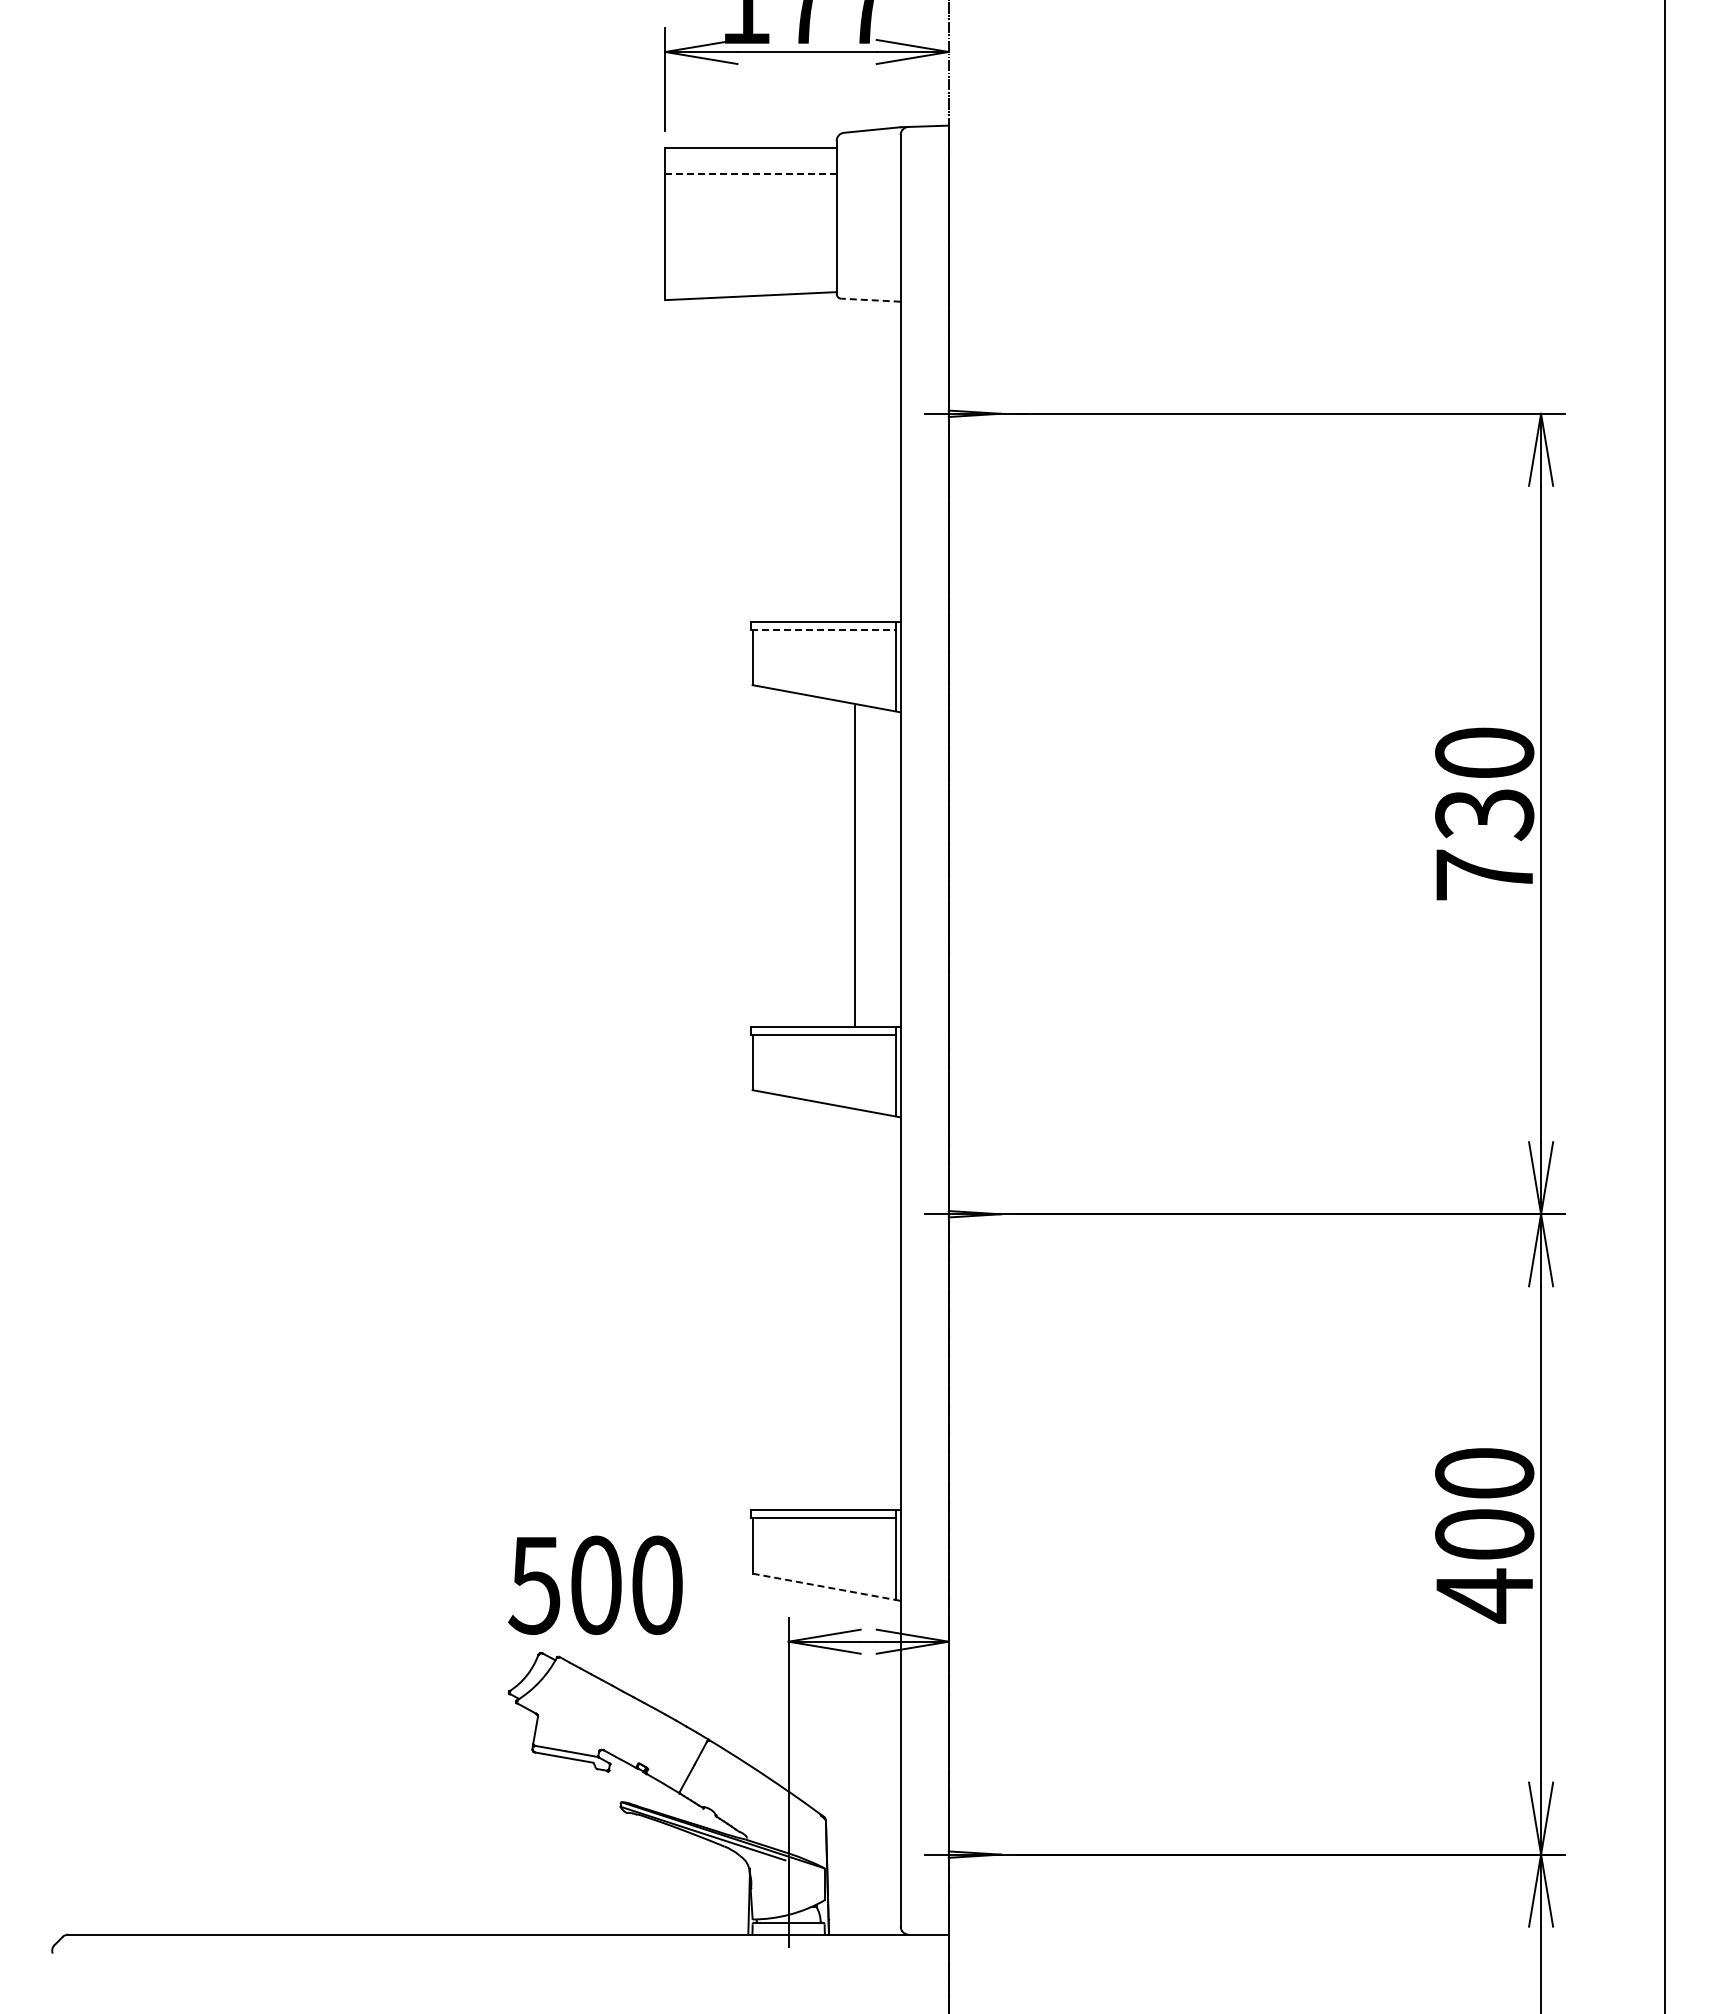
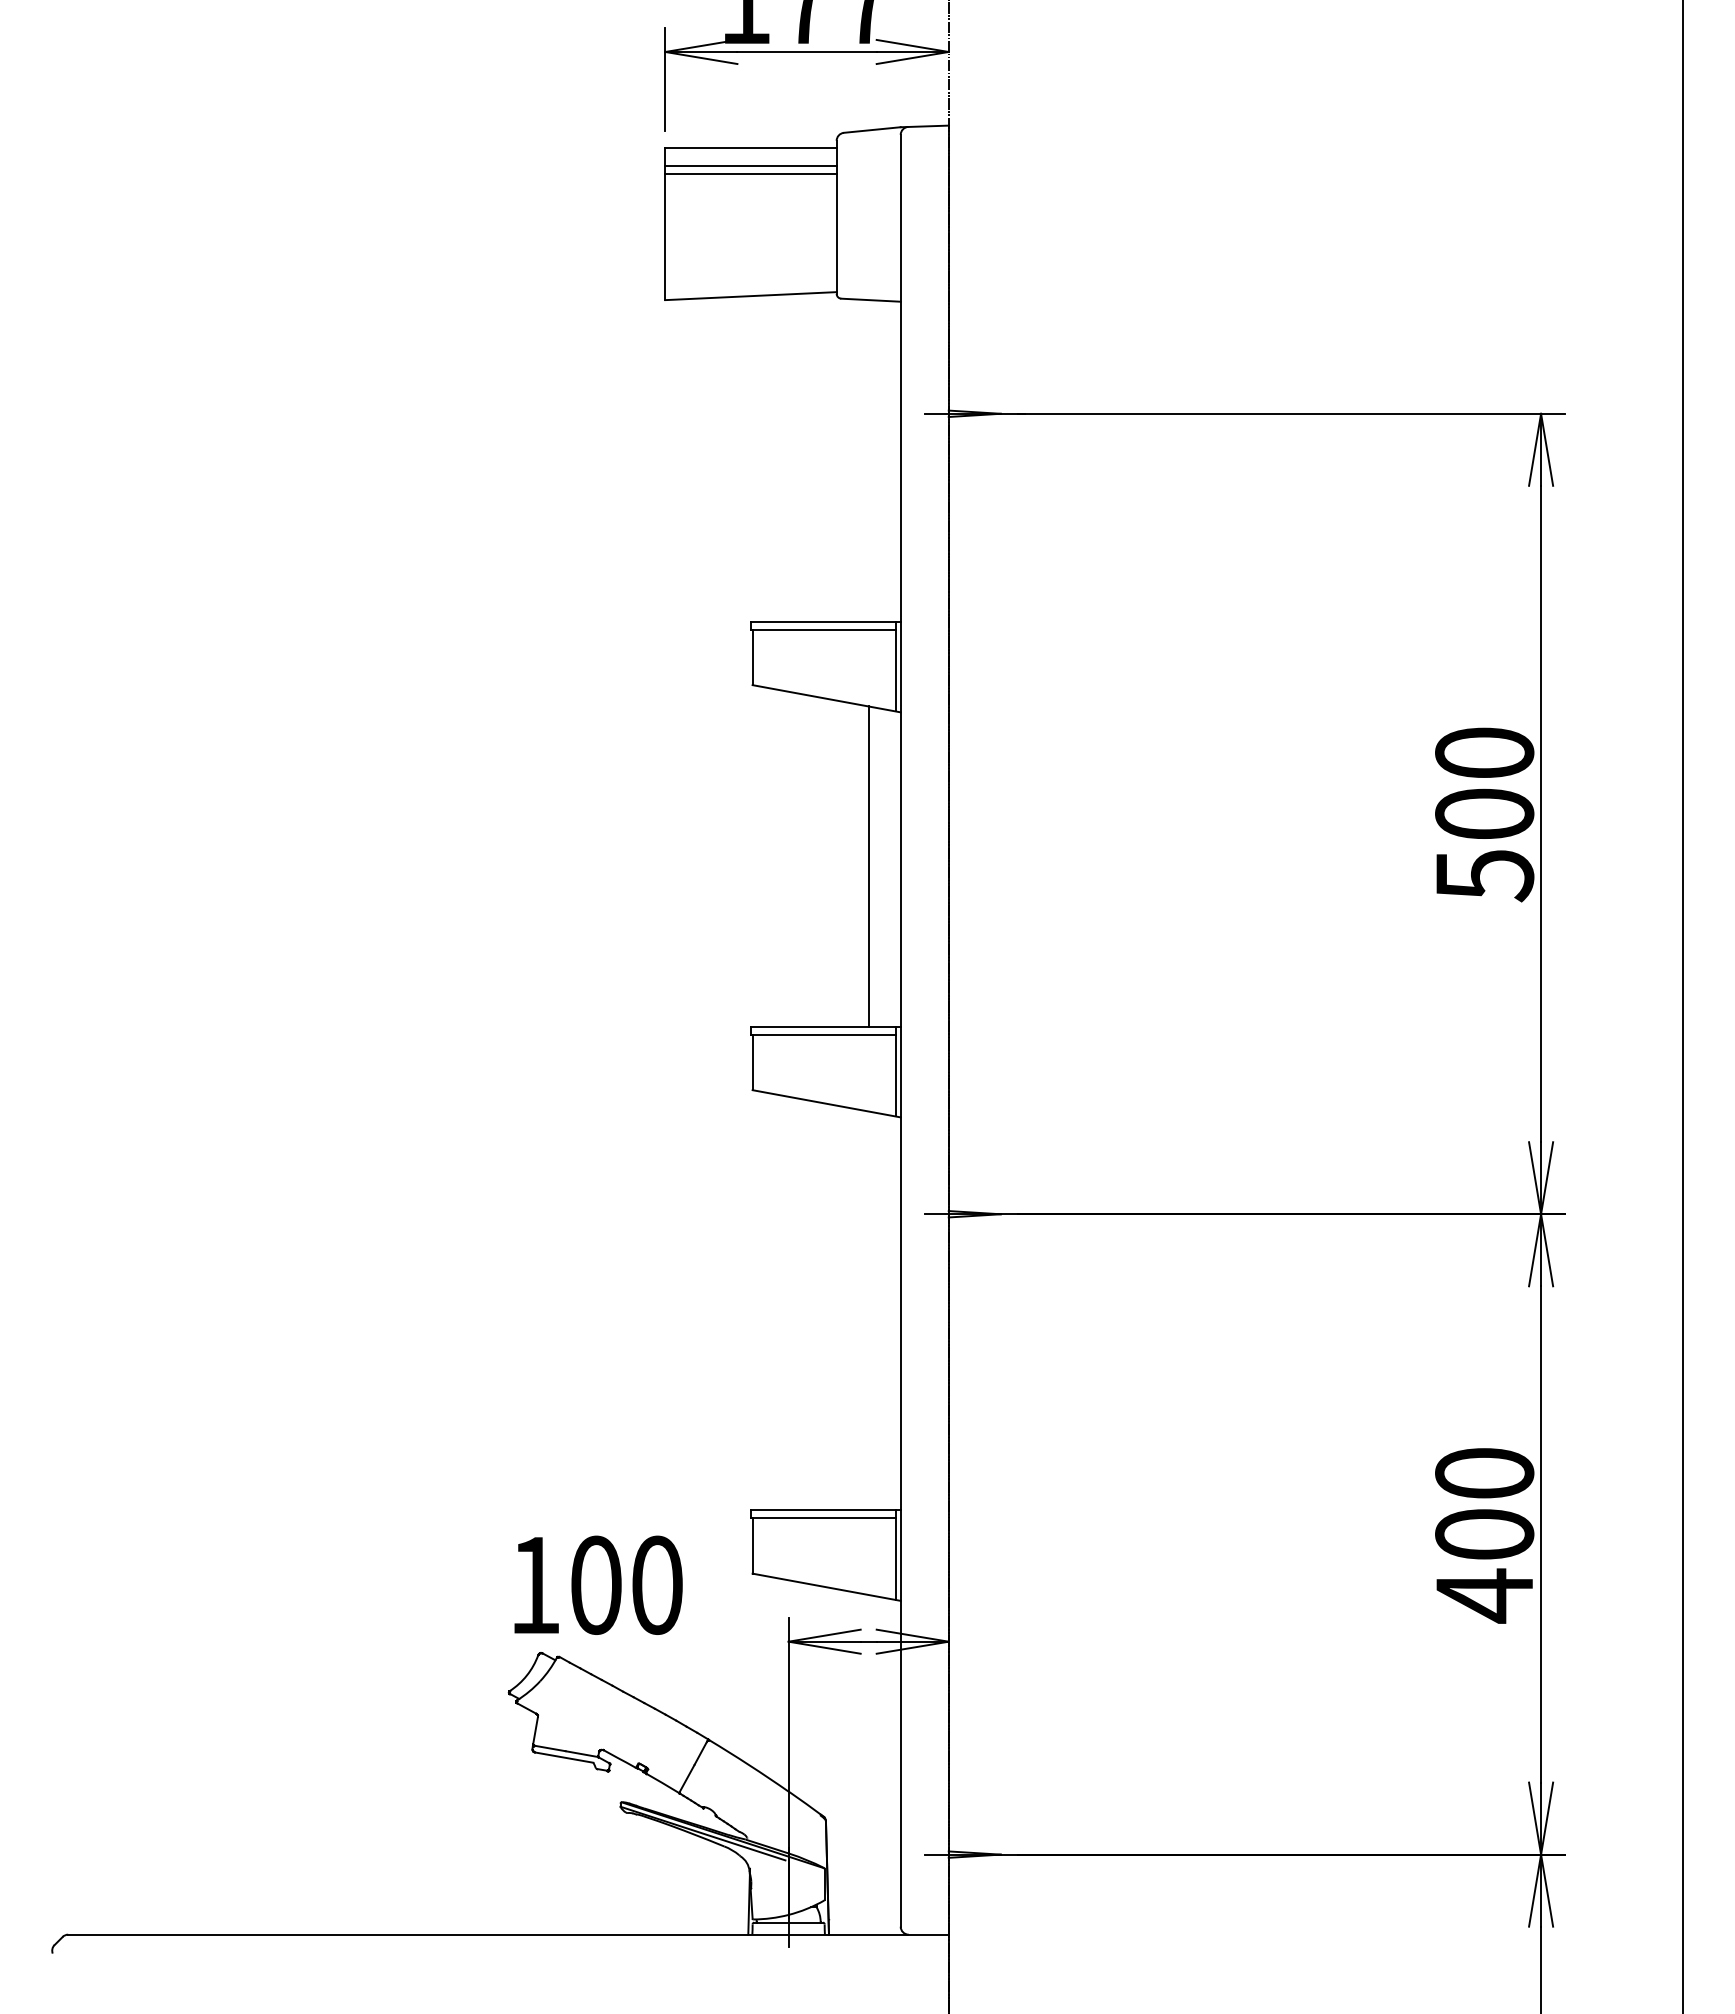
line at (750, 165): none -> present
line at (751, 173): dashed -> solid
line at (871, 300): dashed -> solid
line at (823, 629): dashed -> solid
text at (1484, 845): 730 -> 500
line at (854, 866) position: (854, 866) -> (868, 866)
line at (1664, 1006) position: (1664, 1006) -> (1682, 1006)
text at (534, 1585): 500 -> 100
line at (827, 1587): dashed -> solid
